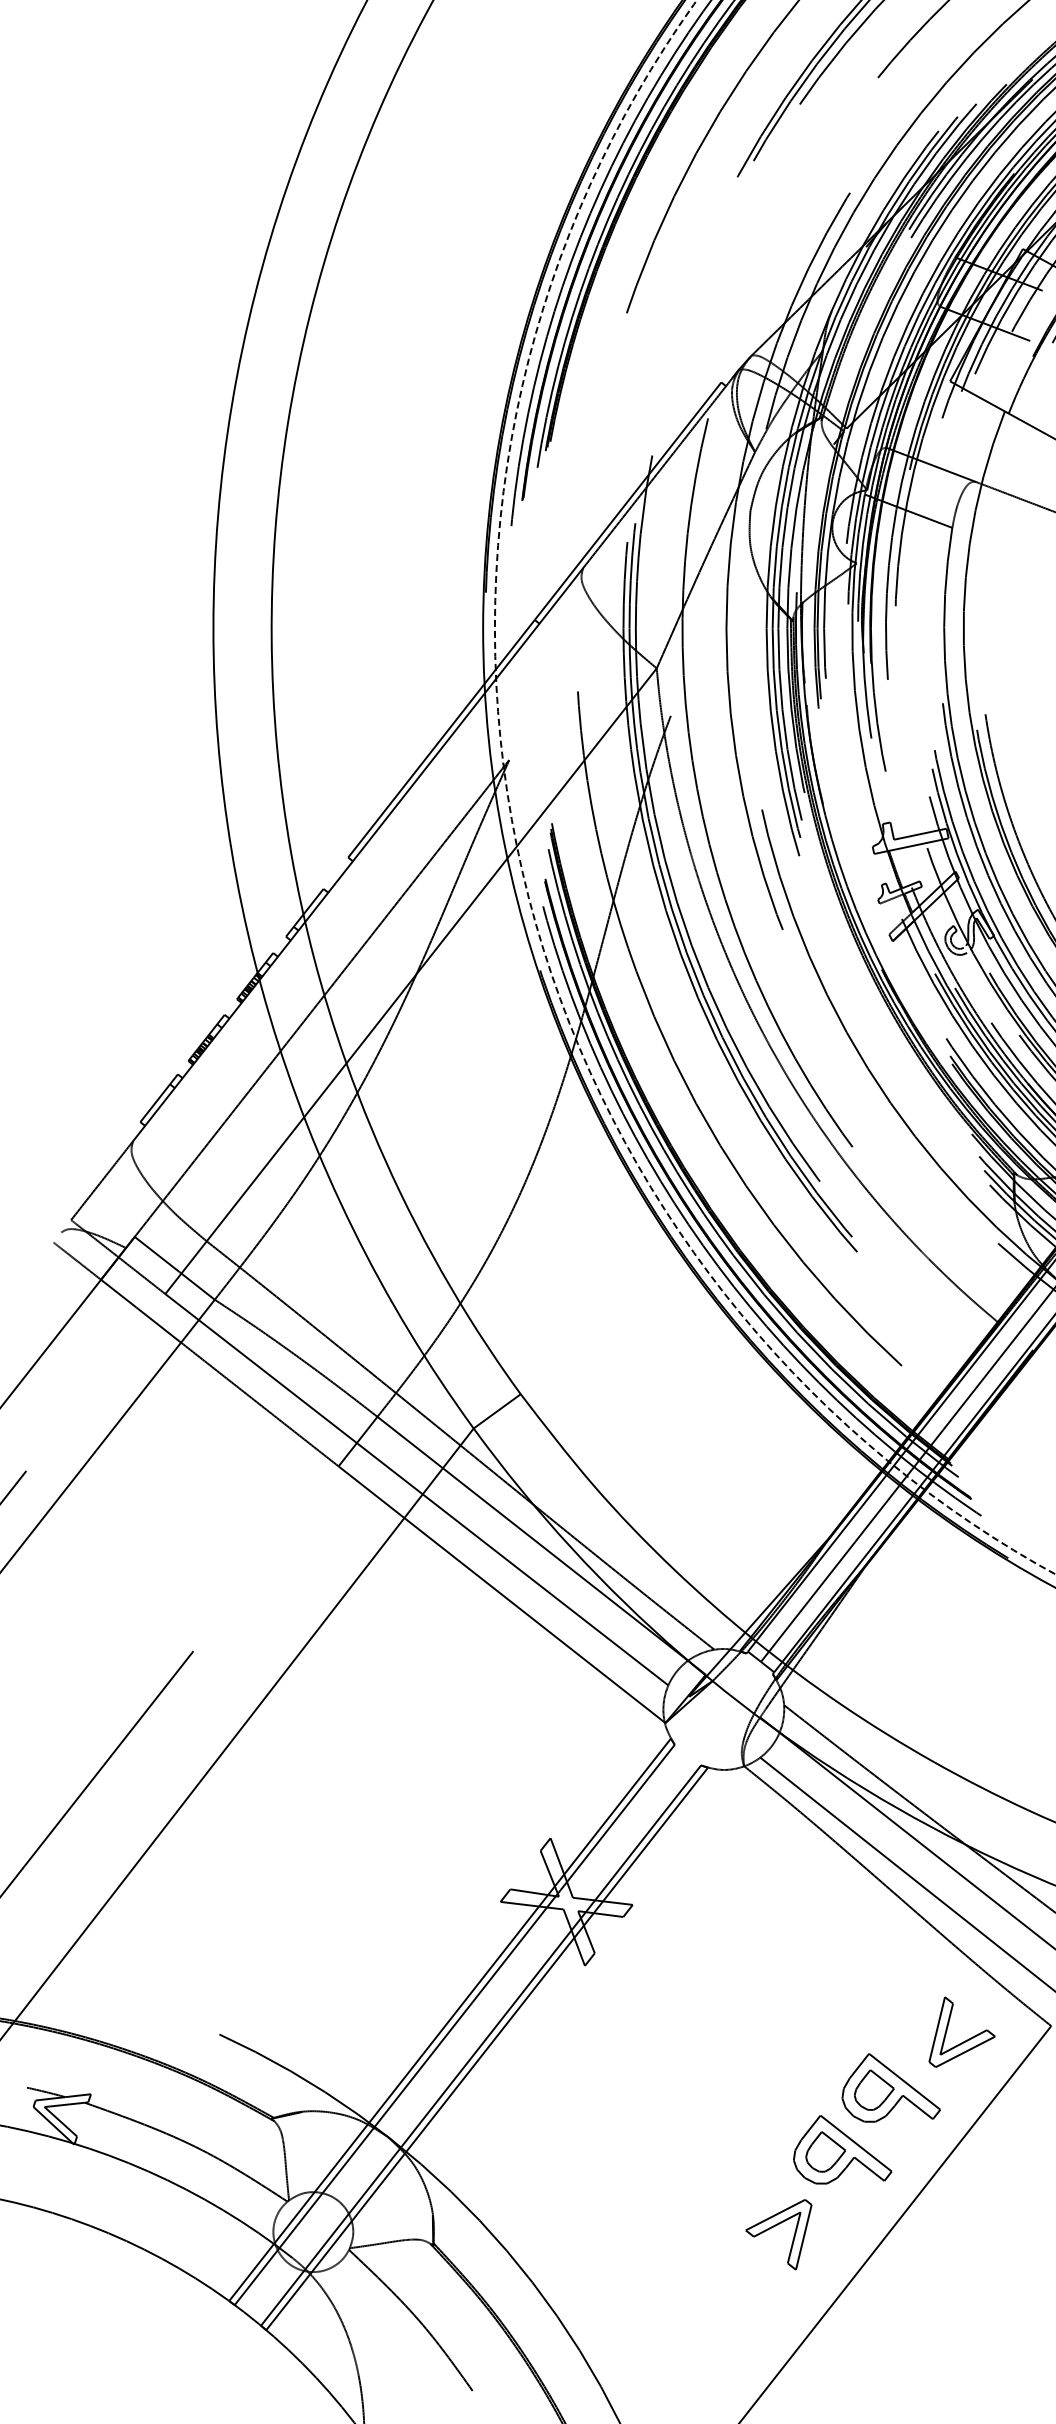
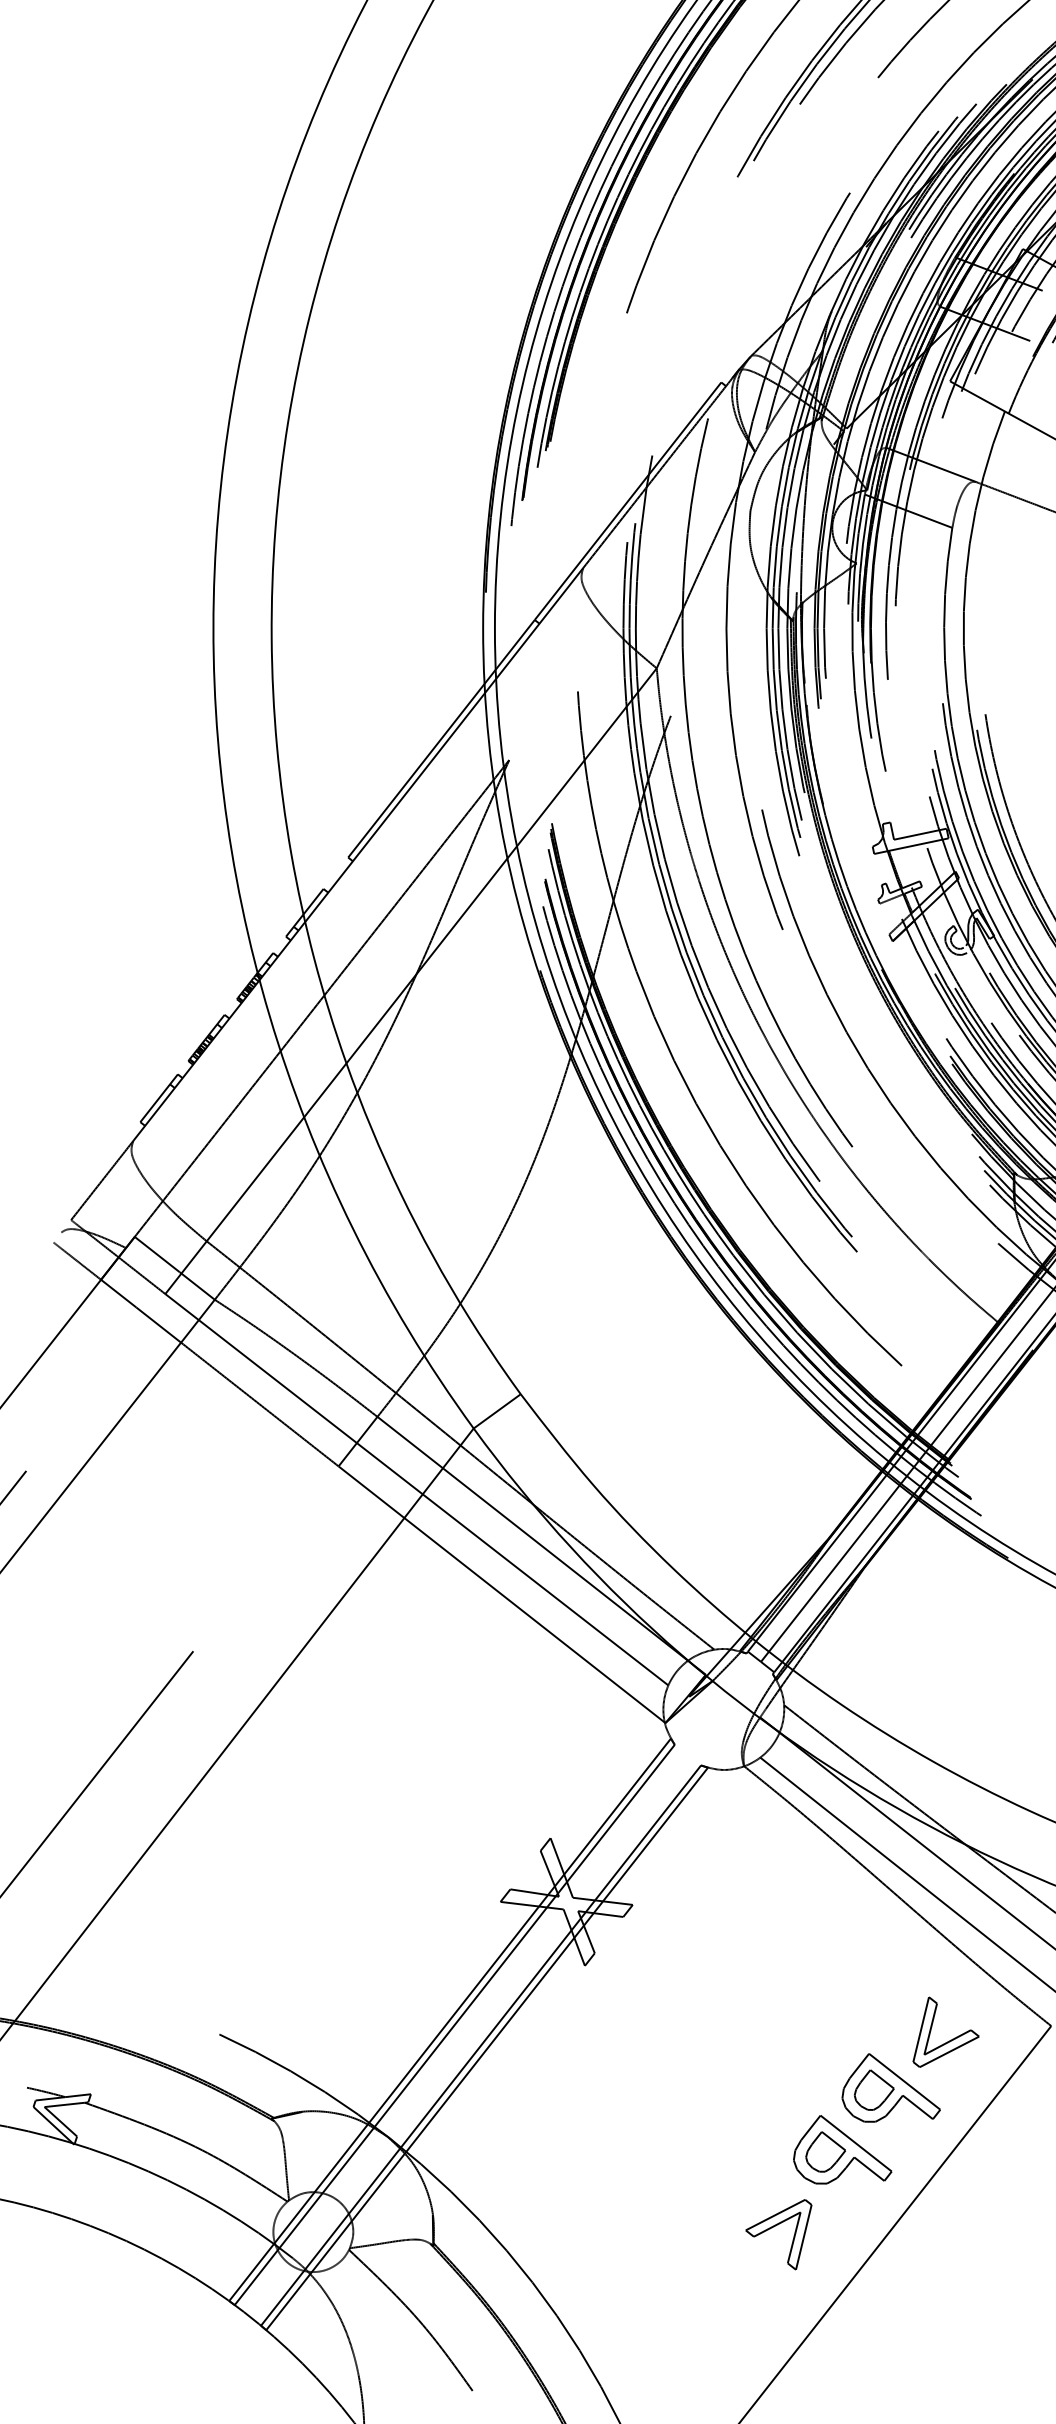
circle at (774, 787): dashed -> solid
part at (965, 2040) position: (965, 2040) -> (949, 2040)
